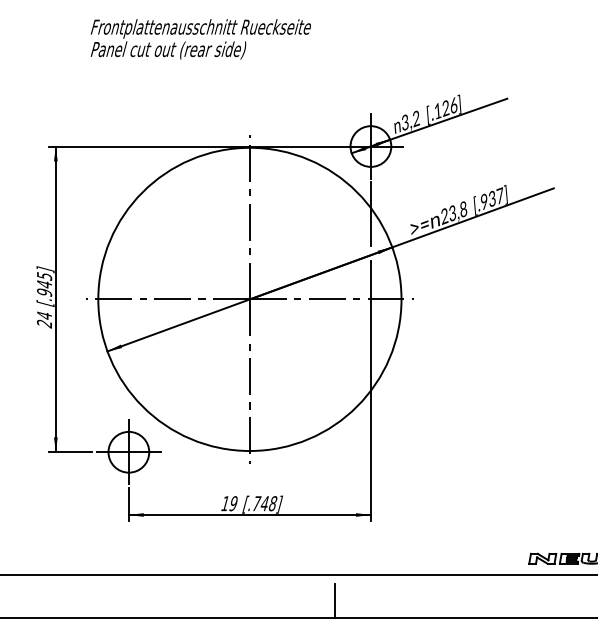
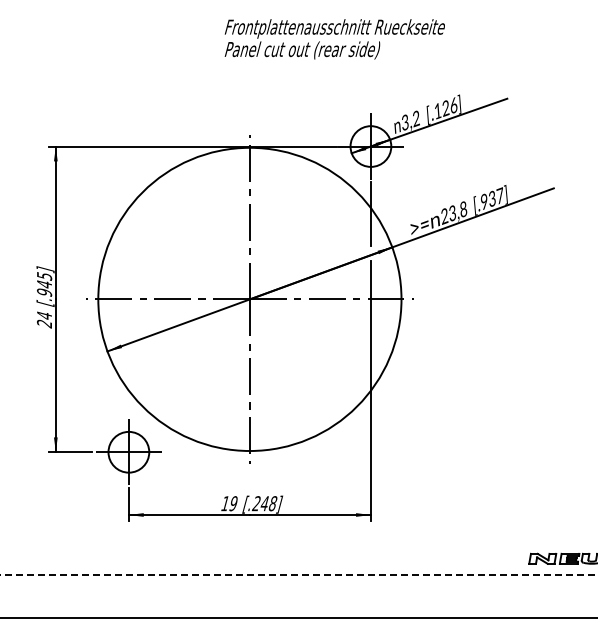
text at (200, 39) position: (200, 39) -> (334, 39)
text at (256, 503): [.748] -> [.248]
line at (299, 575): solid -> dashed
line at (334, 600): present -> none
